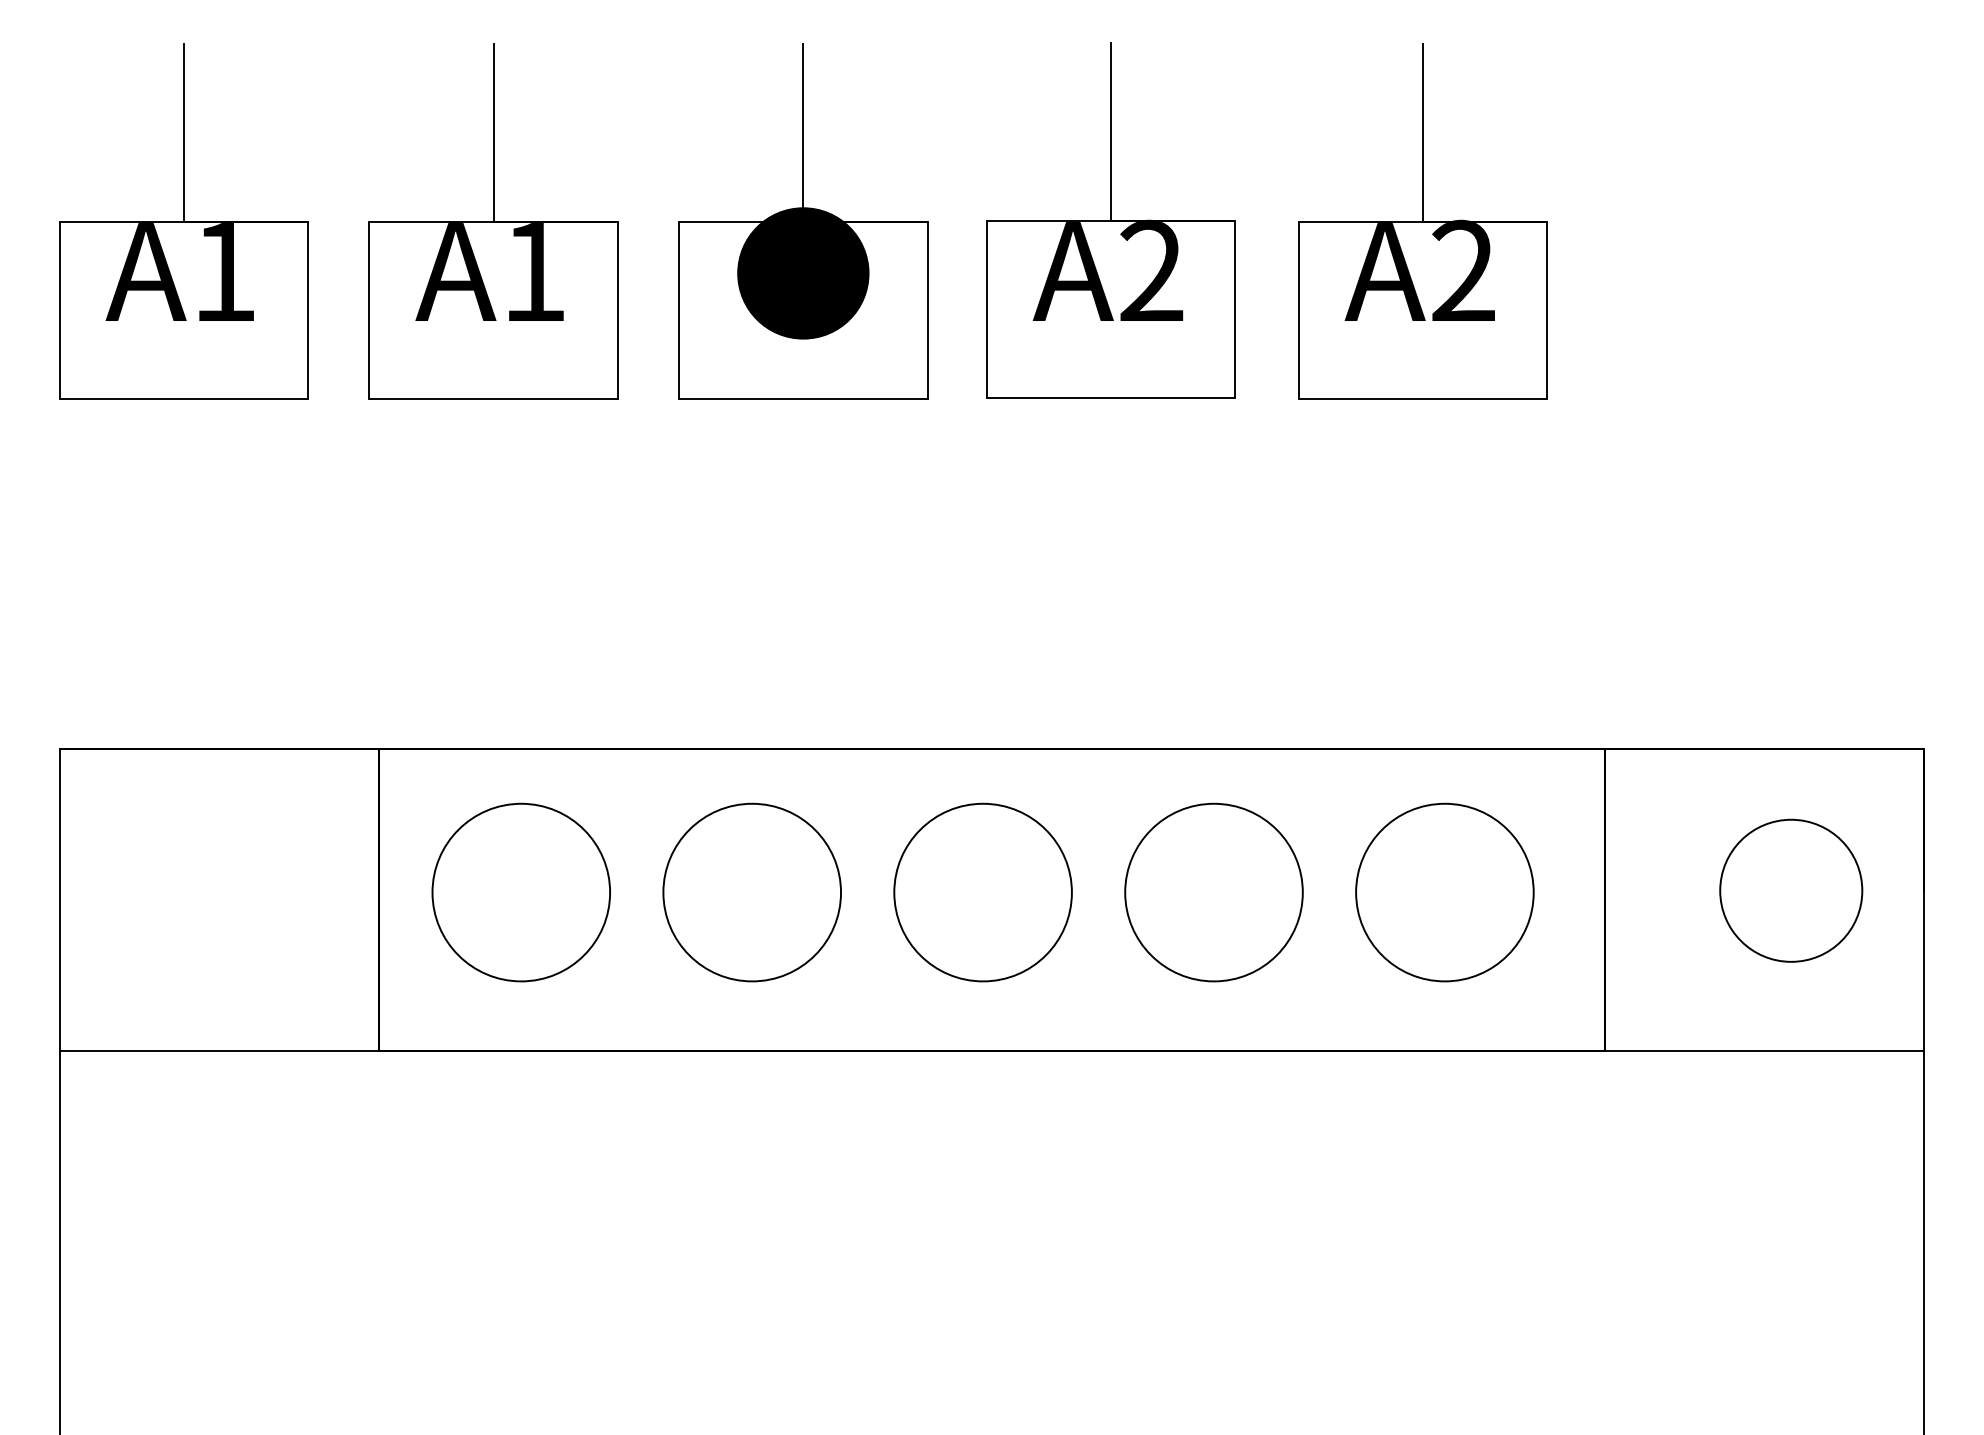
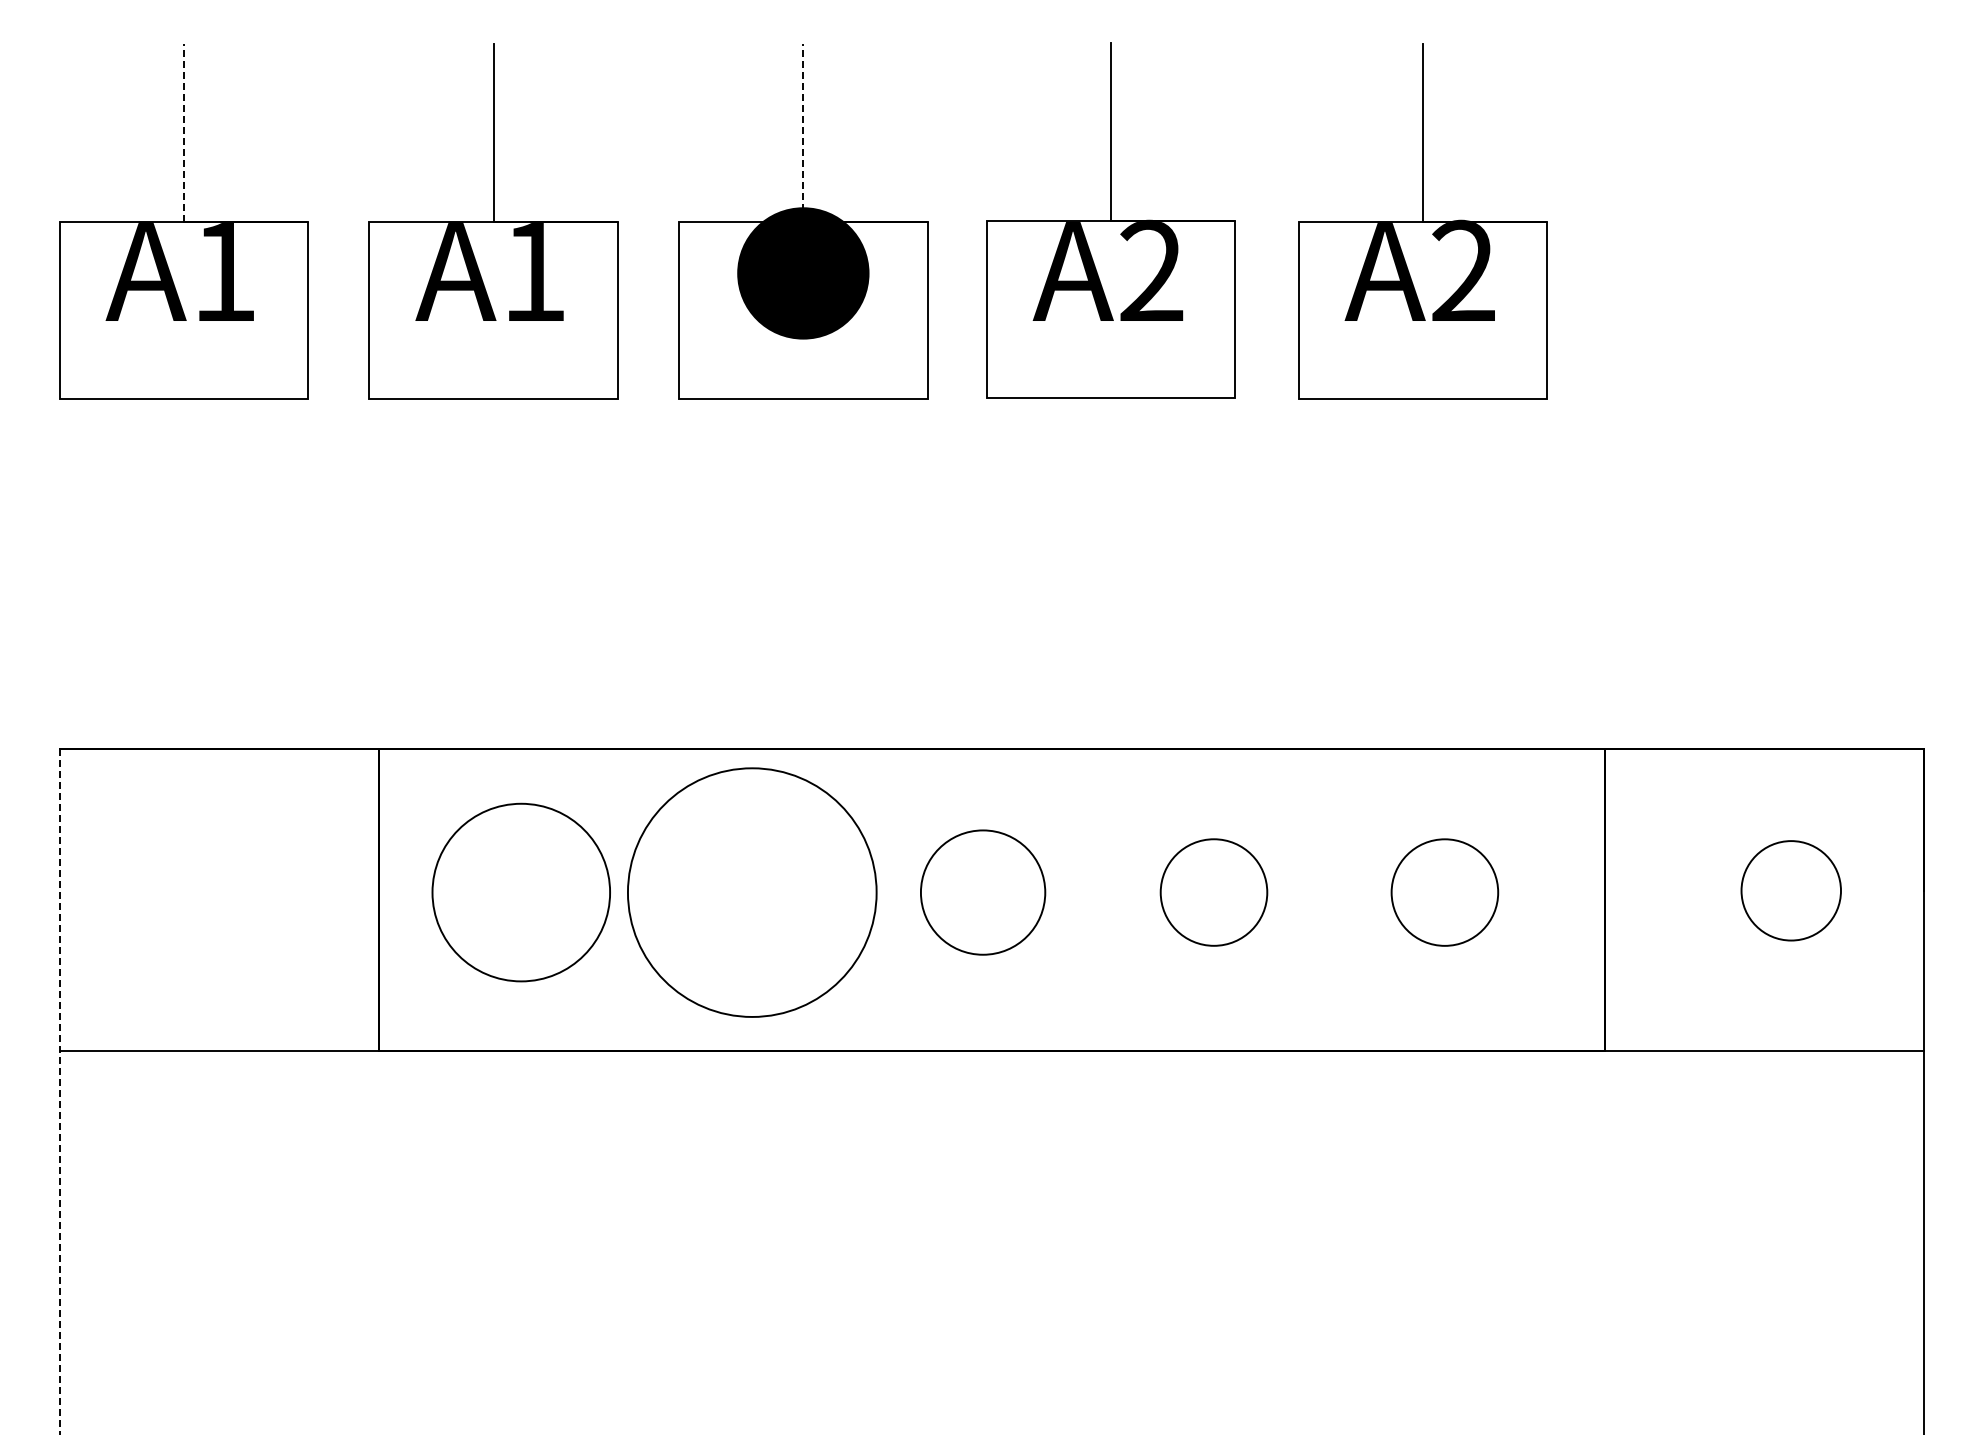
line at (183, 132): solid -> dashed
line at (803, 132): solid -> dashed
circle at (1791, 890) diameter: 142 px -> 99 px
circle at (751, 892) size: 180x181 px -> 251x251 px
circle at (982, 892) diameter: 178 px -> 124 px
circle at (1213, 892) size: 180x181 px -> 110x109 px
circle at (1444, 892) diameter: 178 px -> 107 px
line at (59, 1091): solid -> dashed
